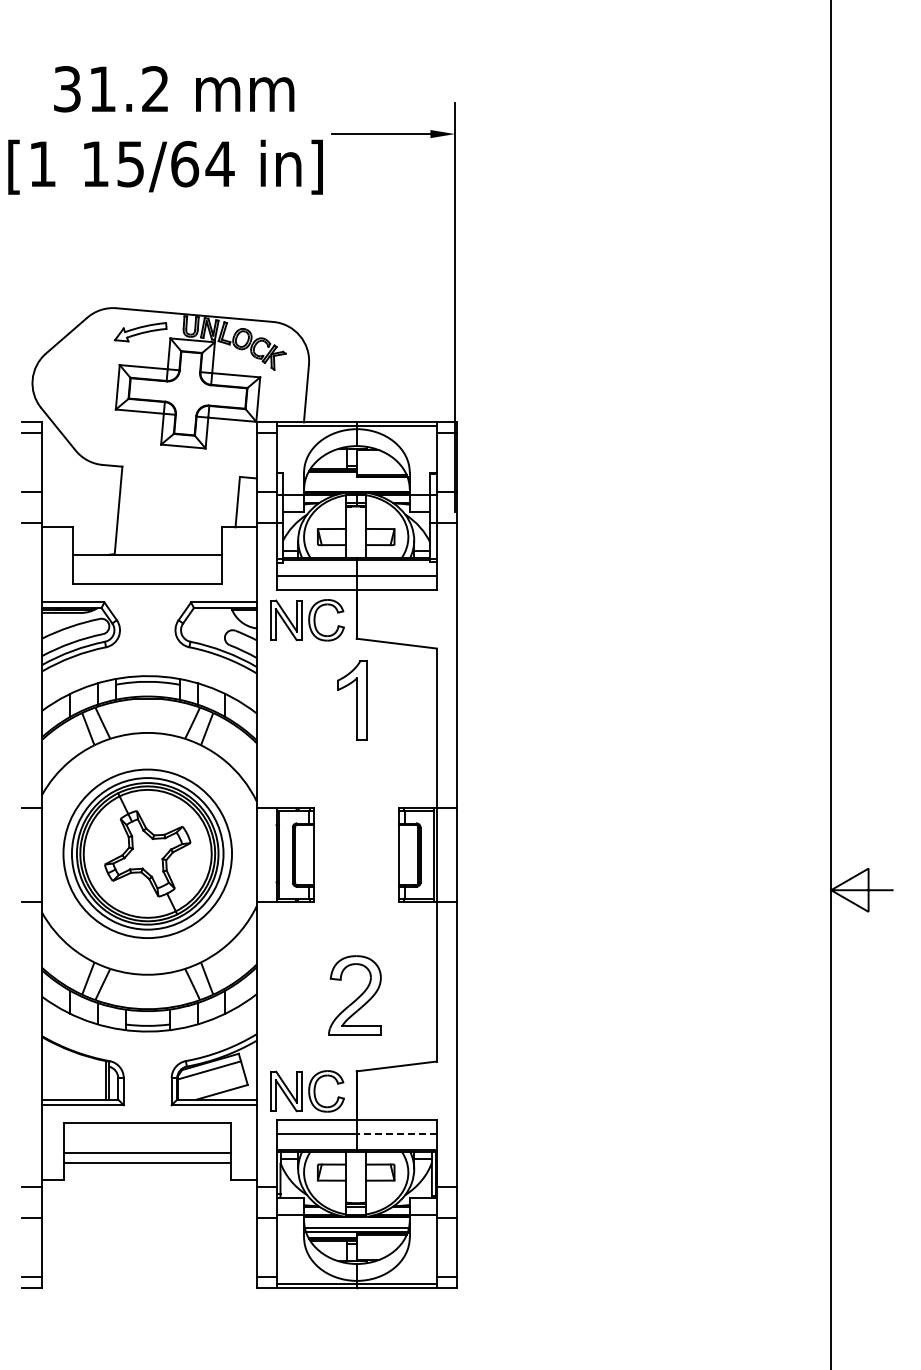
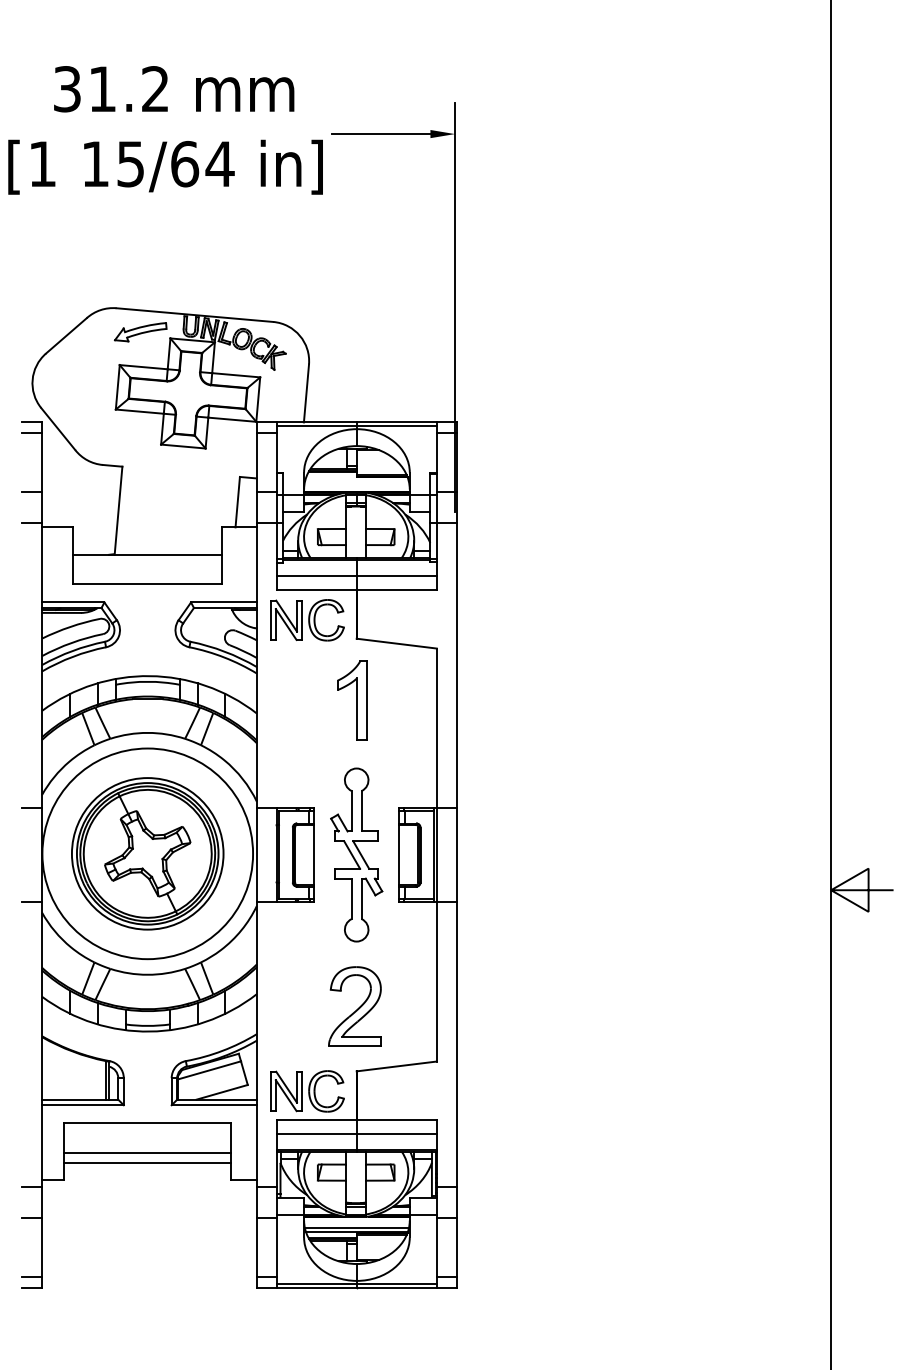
circle at (147, 853) diameter: 169 px -> 211 px
part at (356, 854): none -> present
part at (354, 995) position: (354, 995) -> (354, 1006)
line at (396, 1133): dashed -> solid
